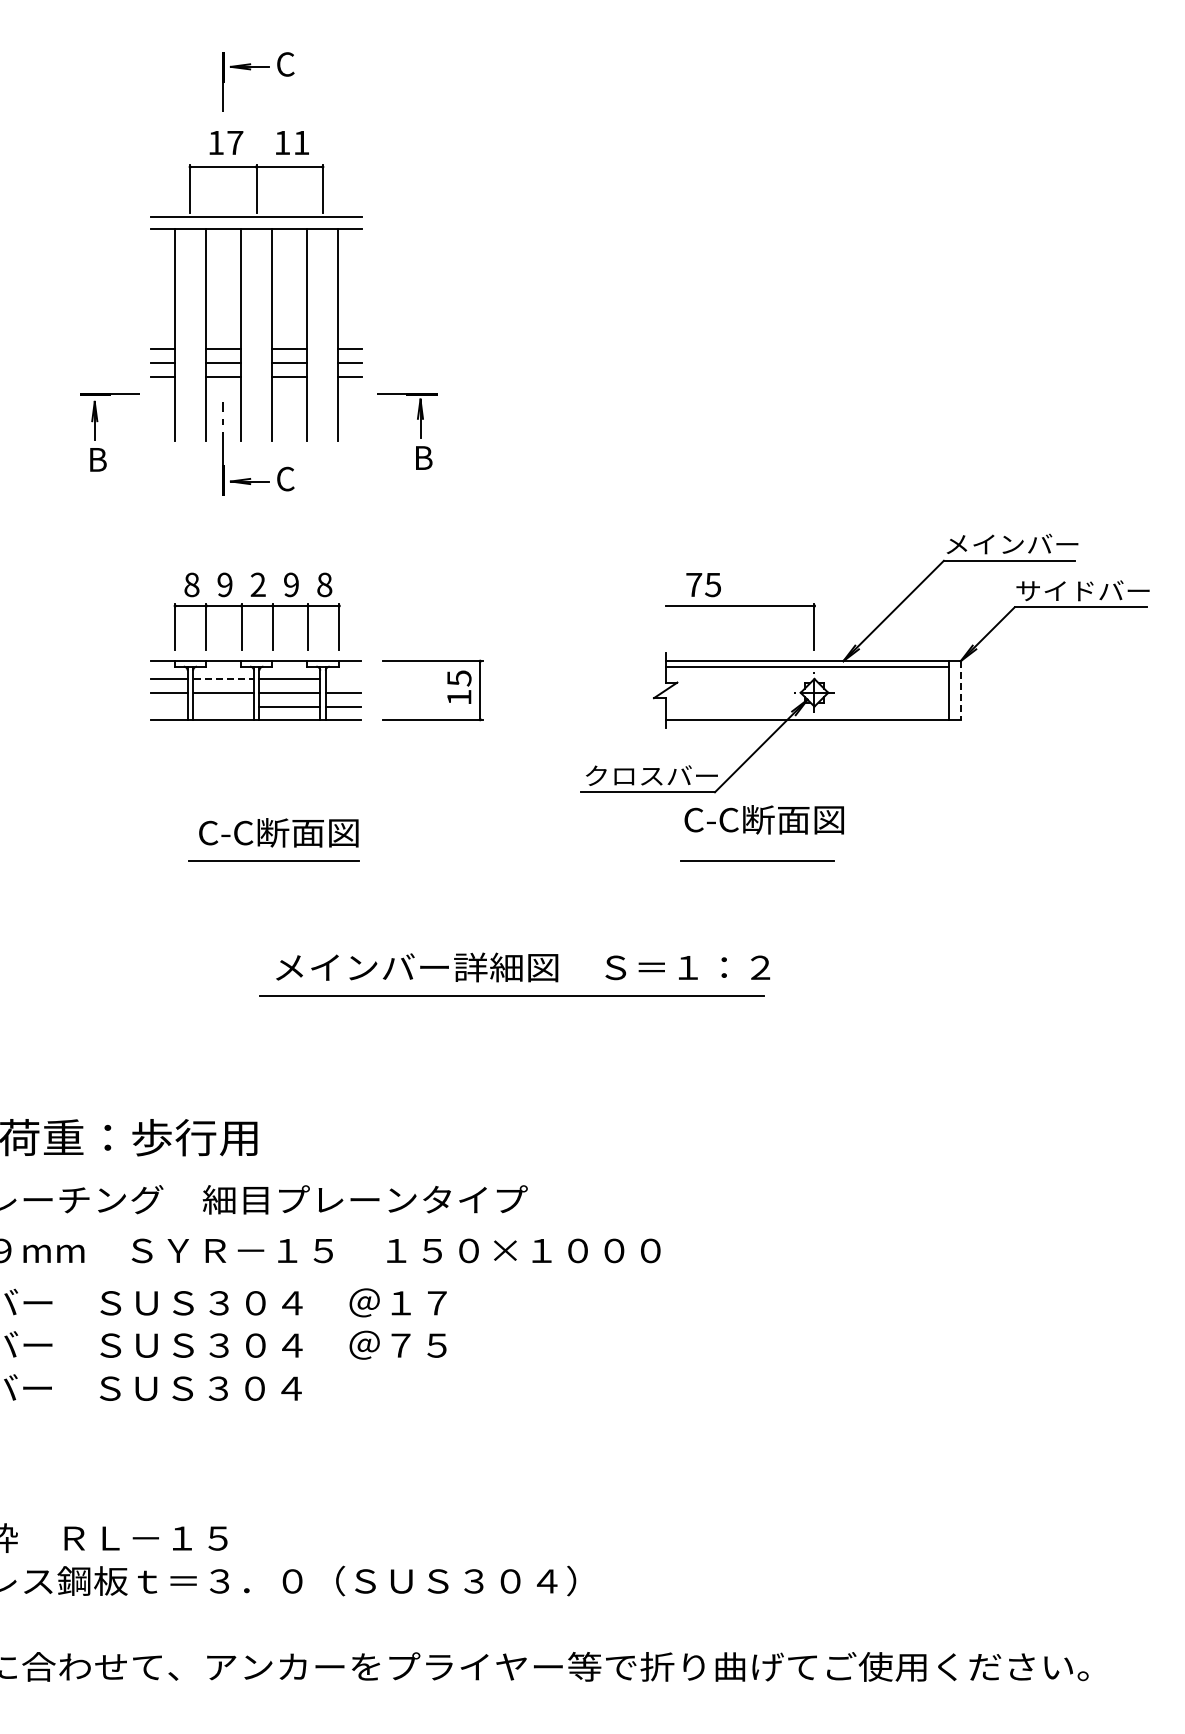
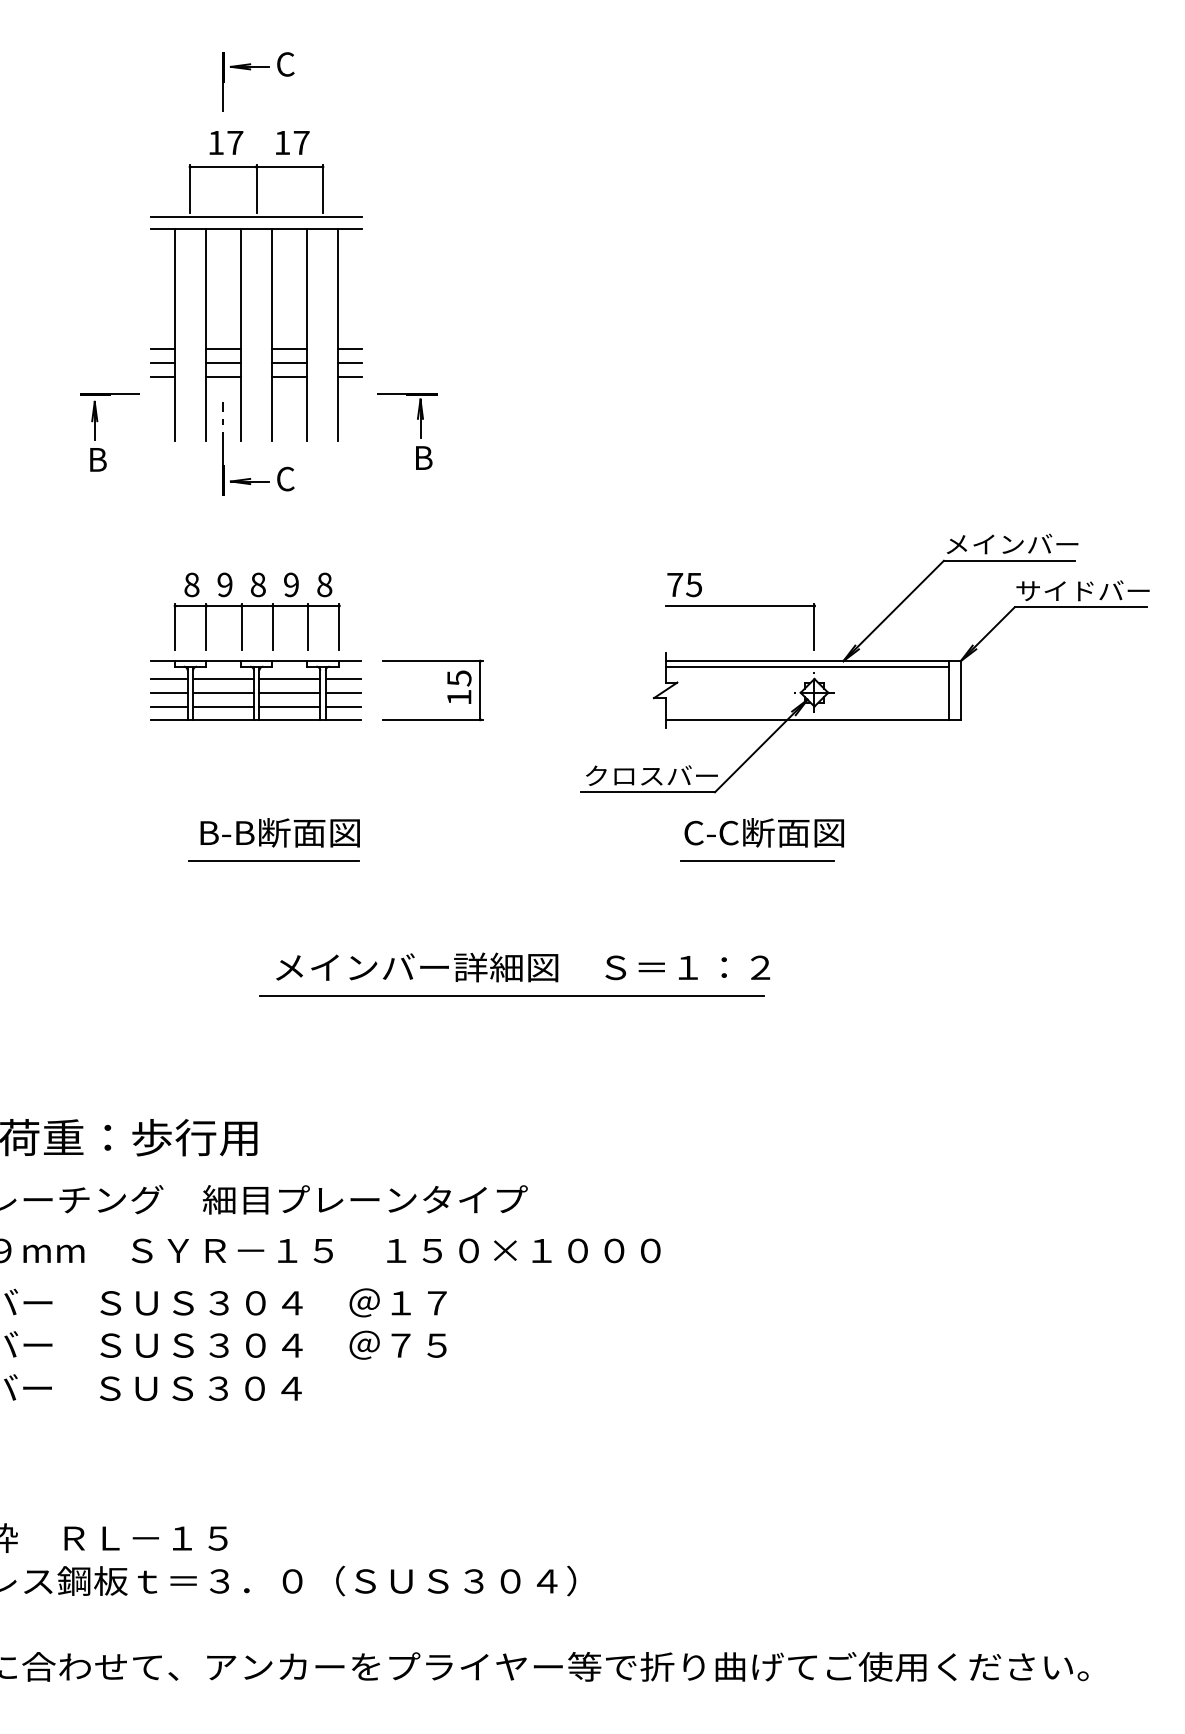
text at (301, 142): 11 -> 17
text at (257, 584): 2 -> 8
text at (703, 585) position: (703, 585) -> (684, 585)
line at (224, 679): dashed -> solid
line at (343, 679): none -> present
line at (960, 690): dashed -> solid
line at (168, 706): none -> present
line at (223, 706): none -> present
text at (763, 819) position: (763, 819) -> (763, 832)
text at (279, 832): C-C断面図 -> B-B断面図
